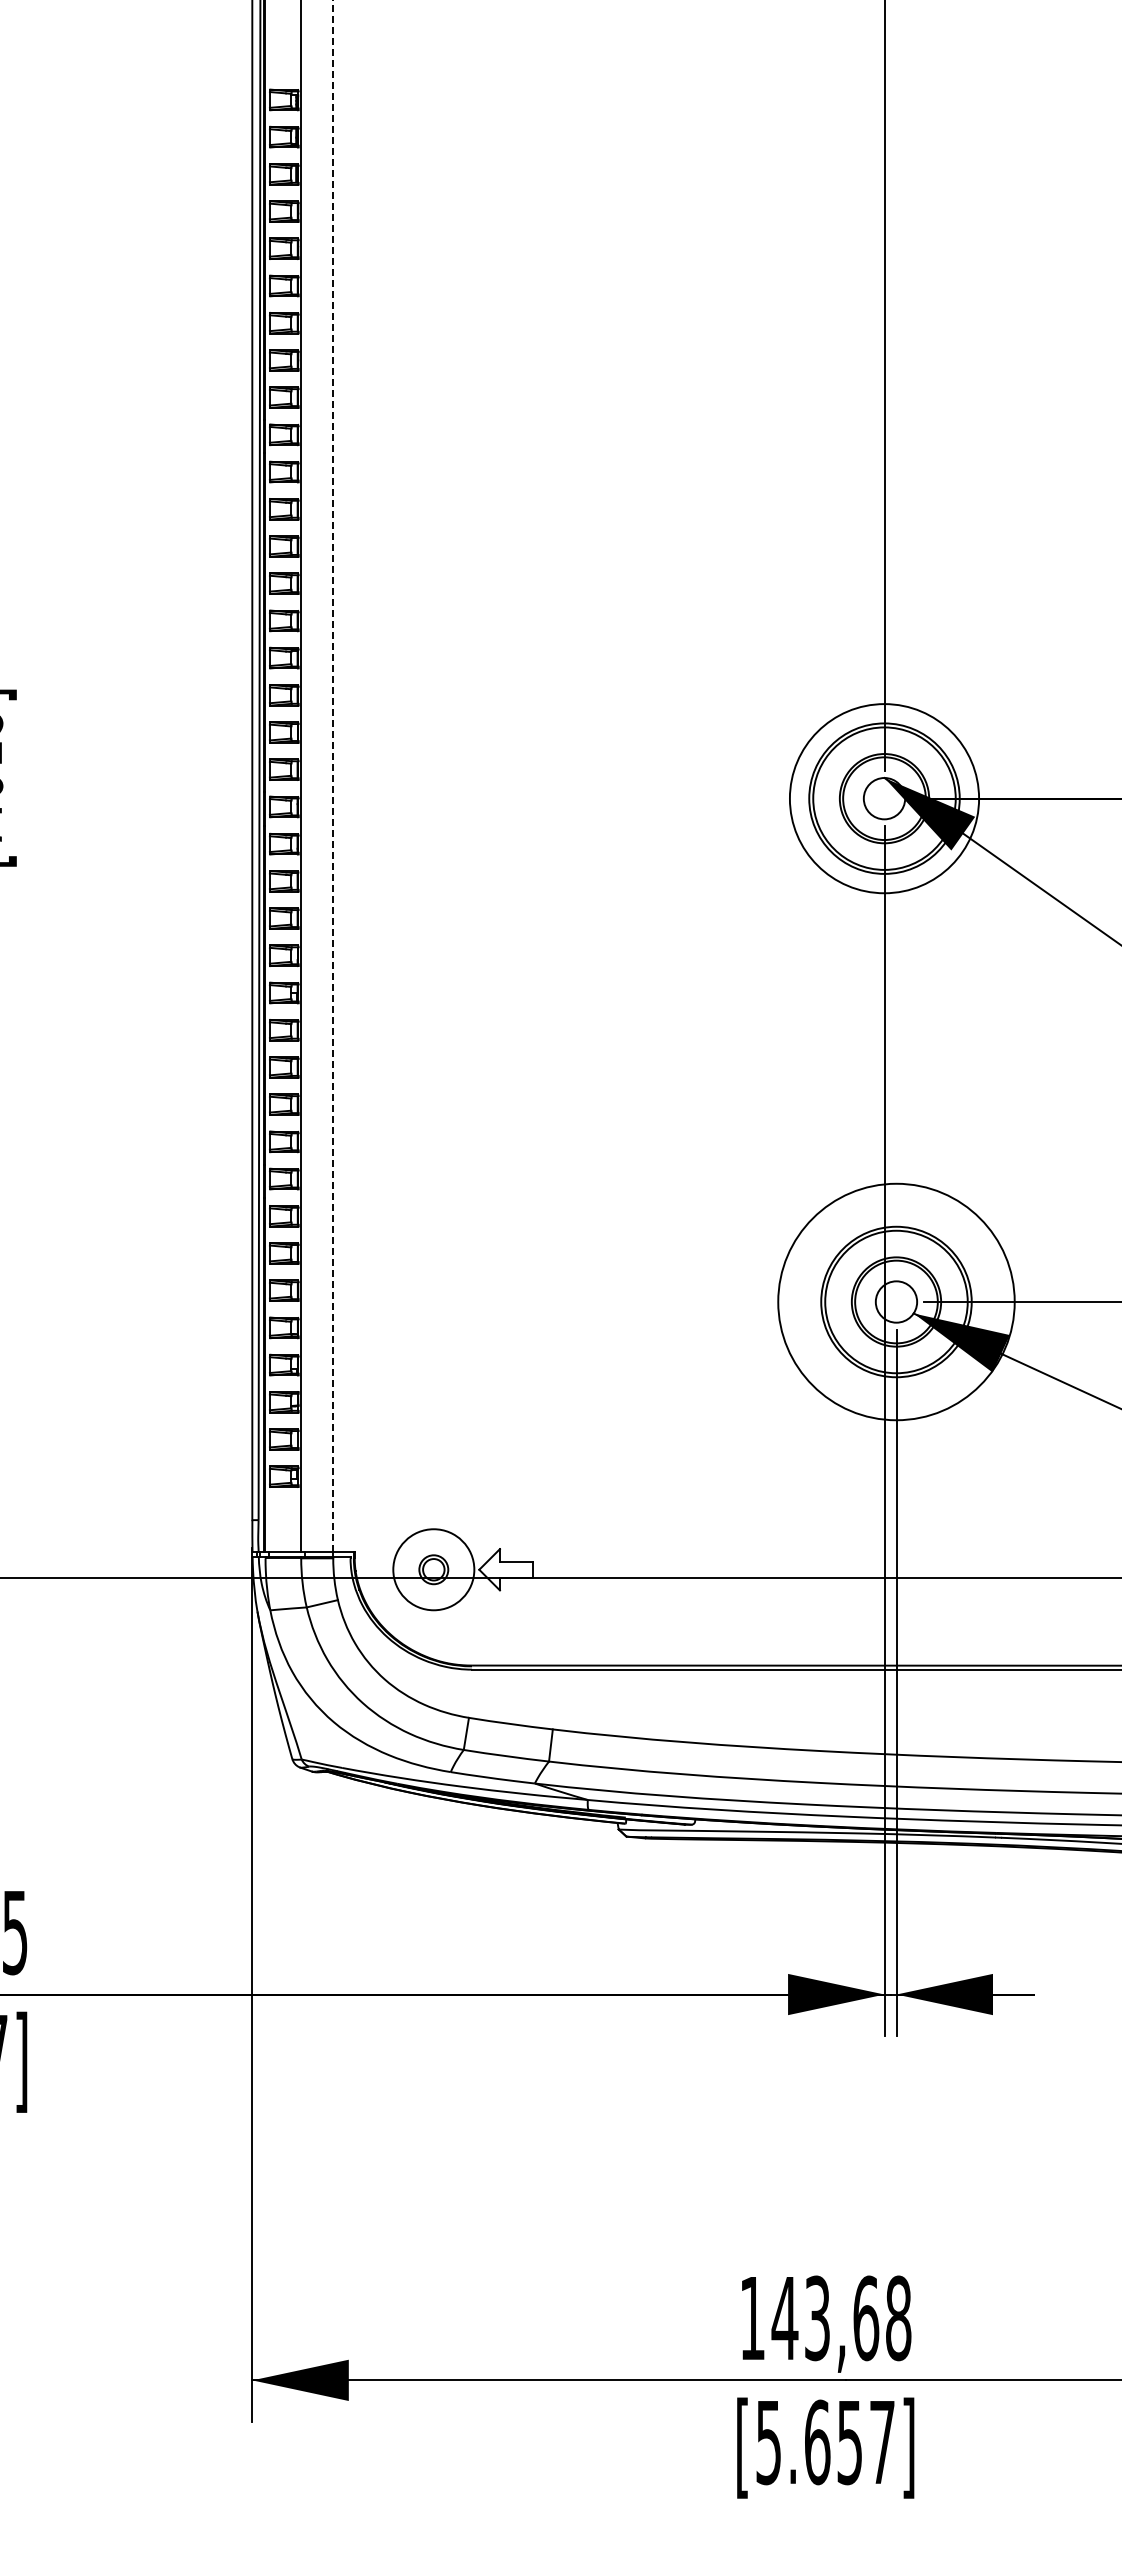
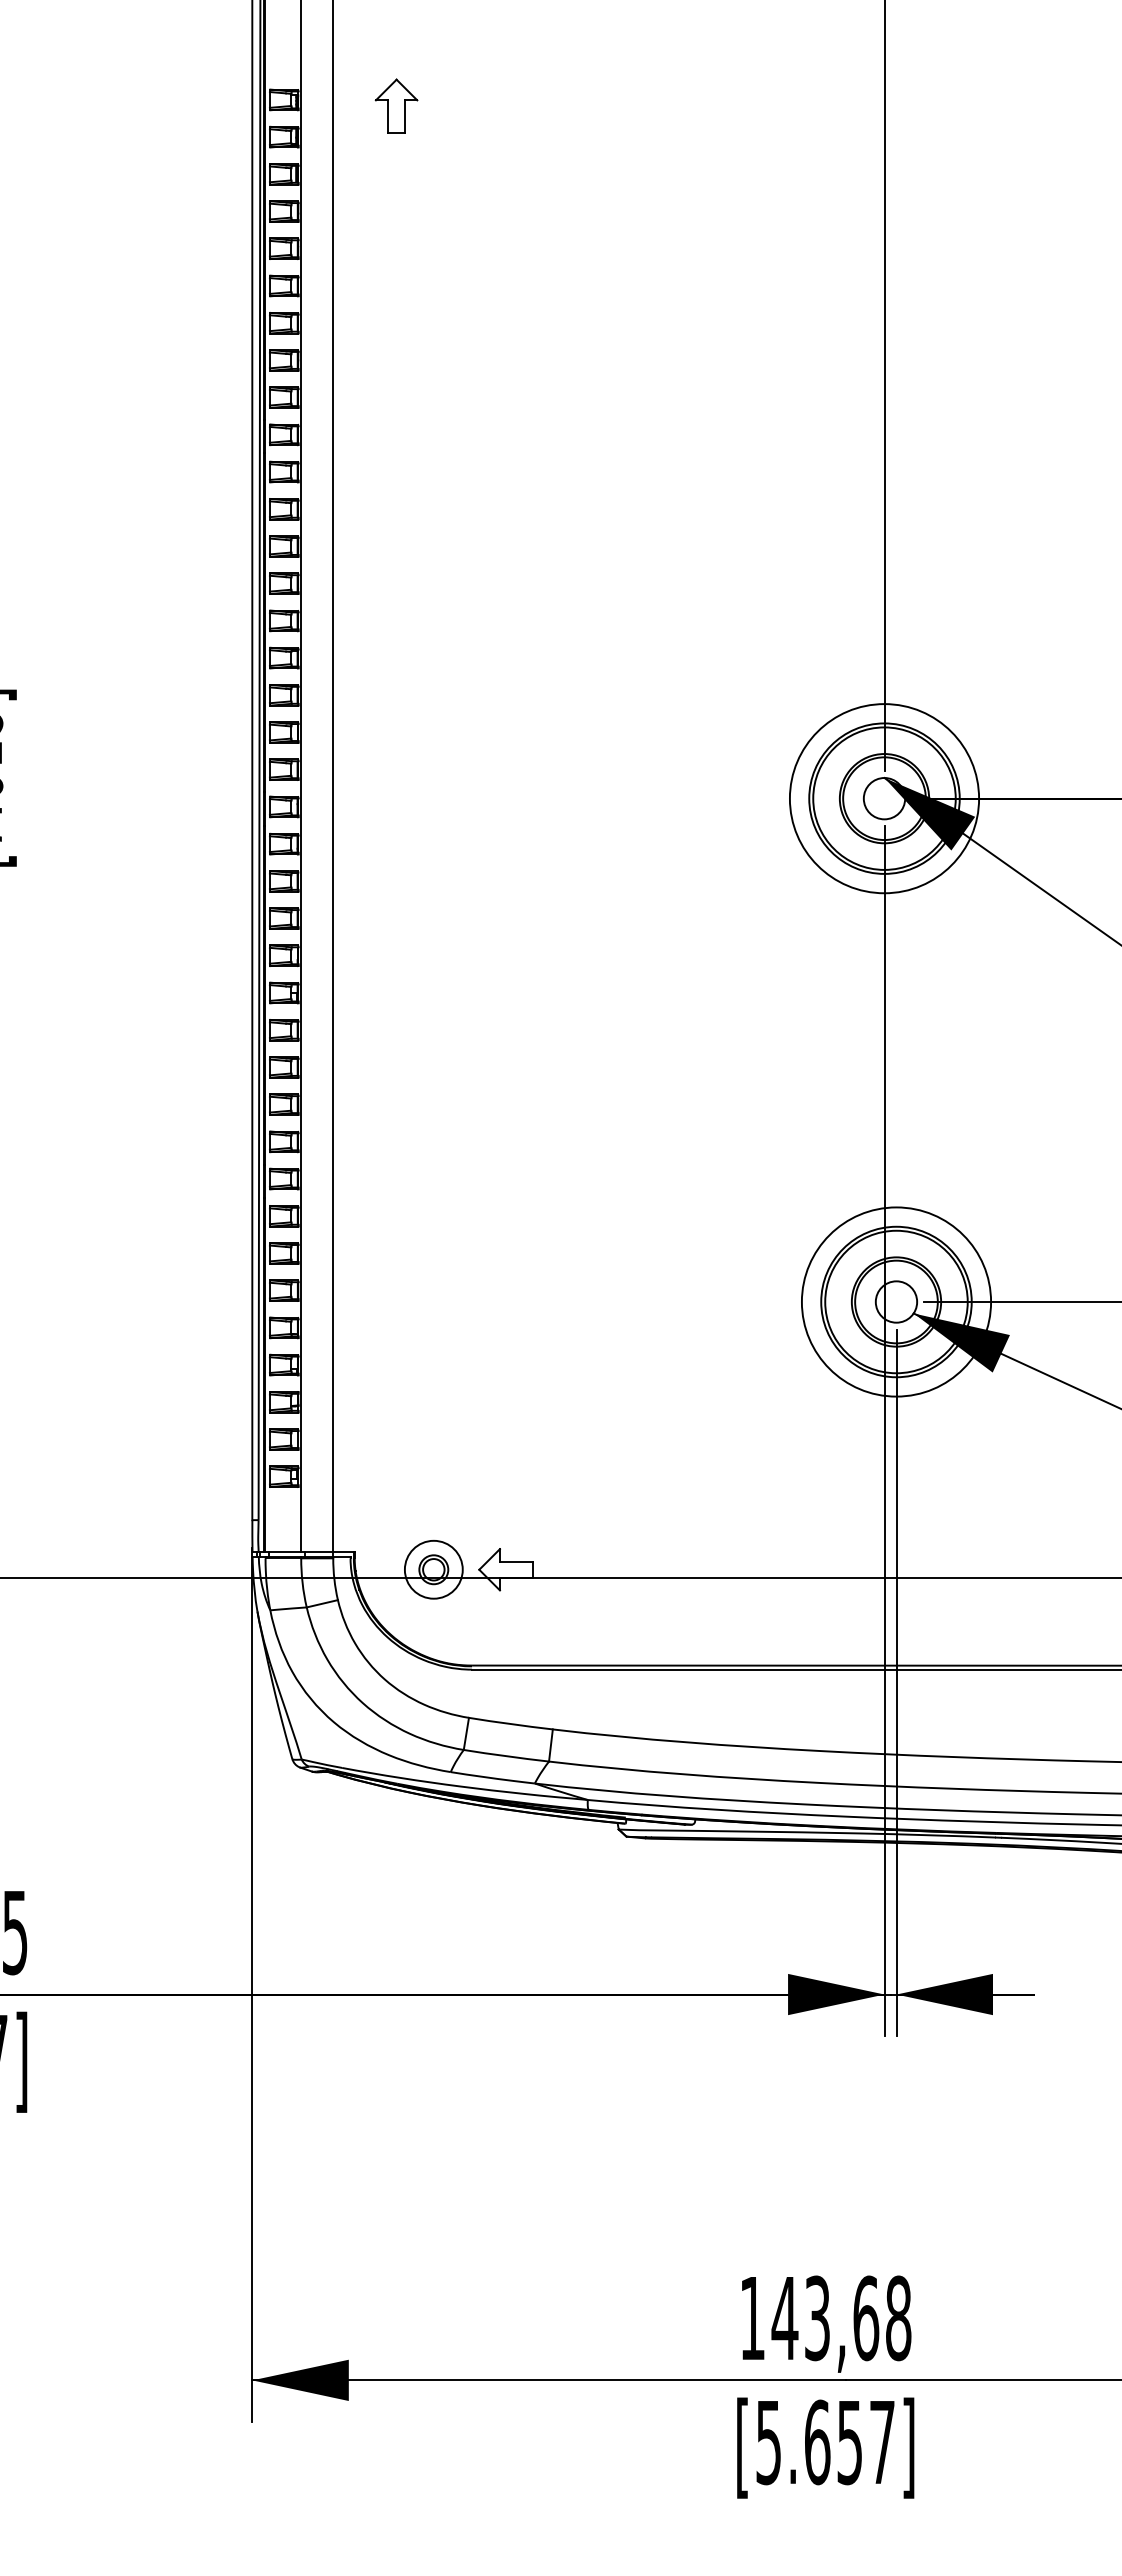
part at (396, 105): none -> present
line at (333, 775): dashed -> solid
circle at (896, 1301) diameter: 236 px -> 189 px
circle at (433, 1569) diameter: 81 px -> 58 px
